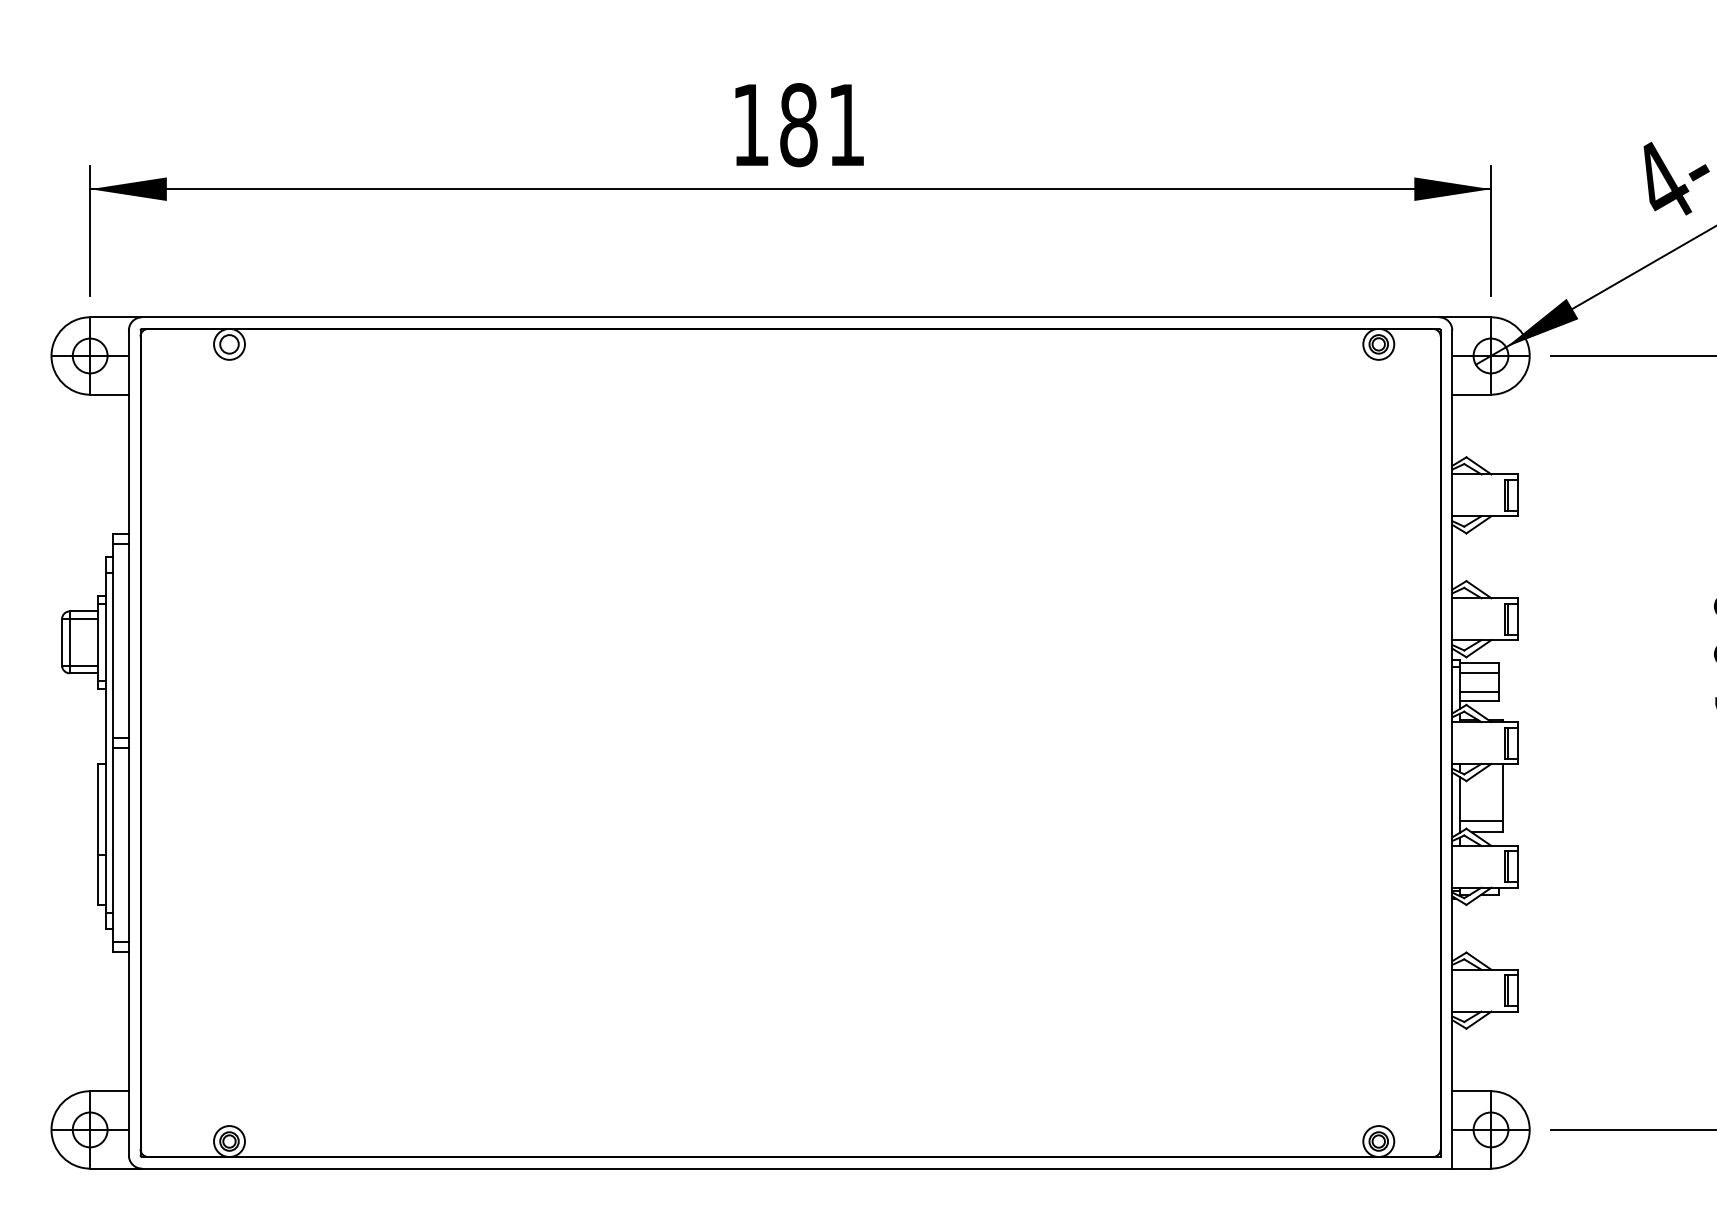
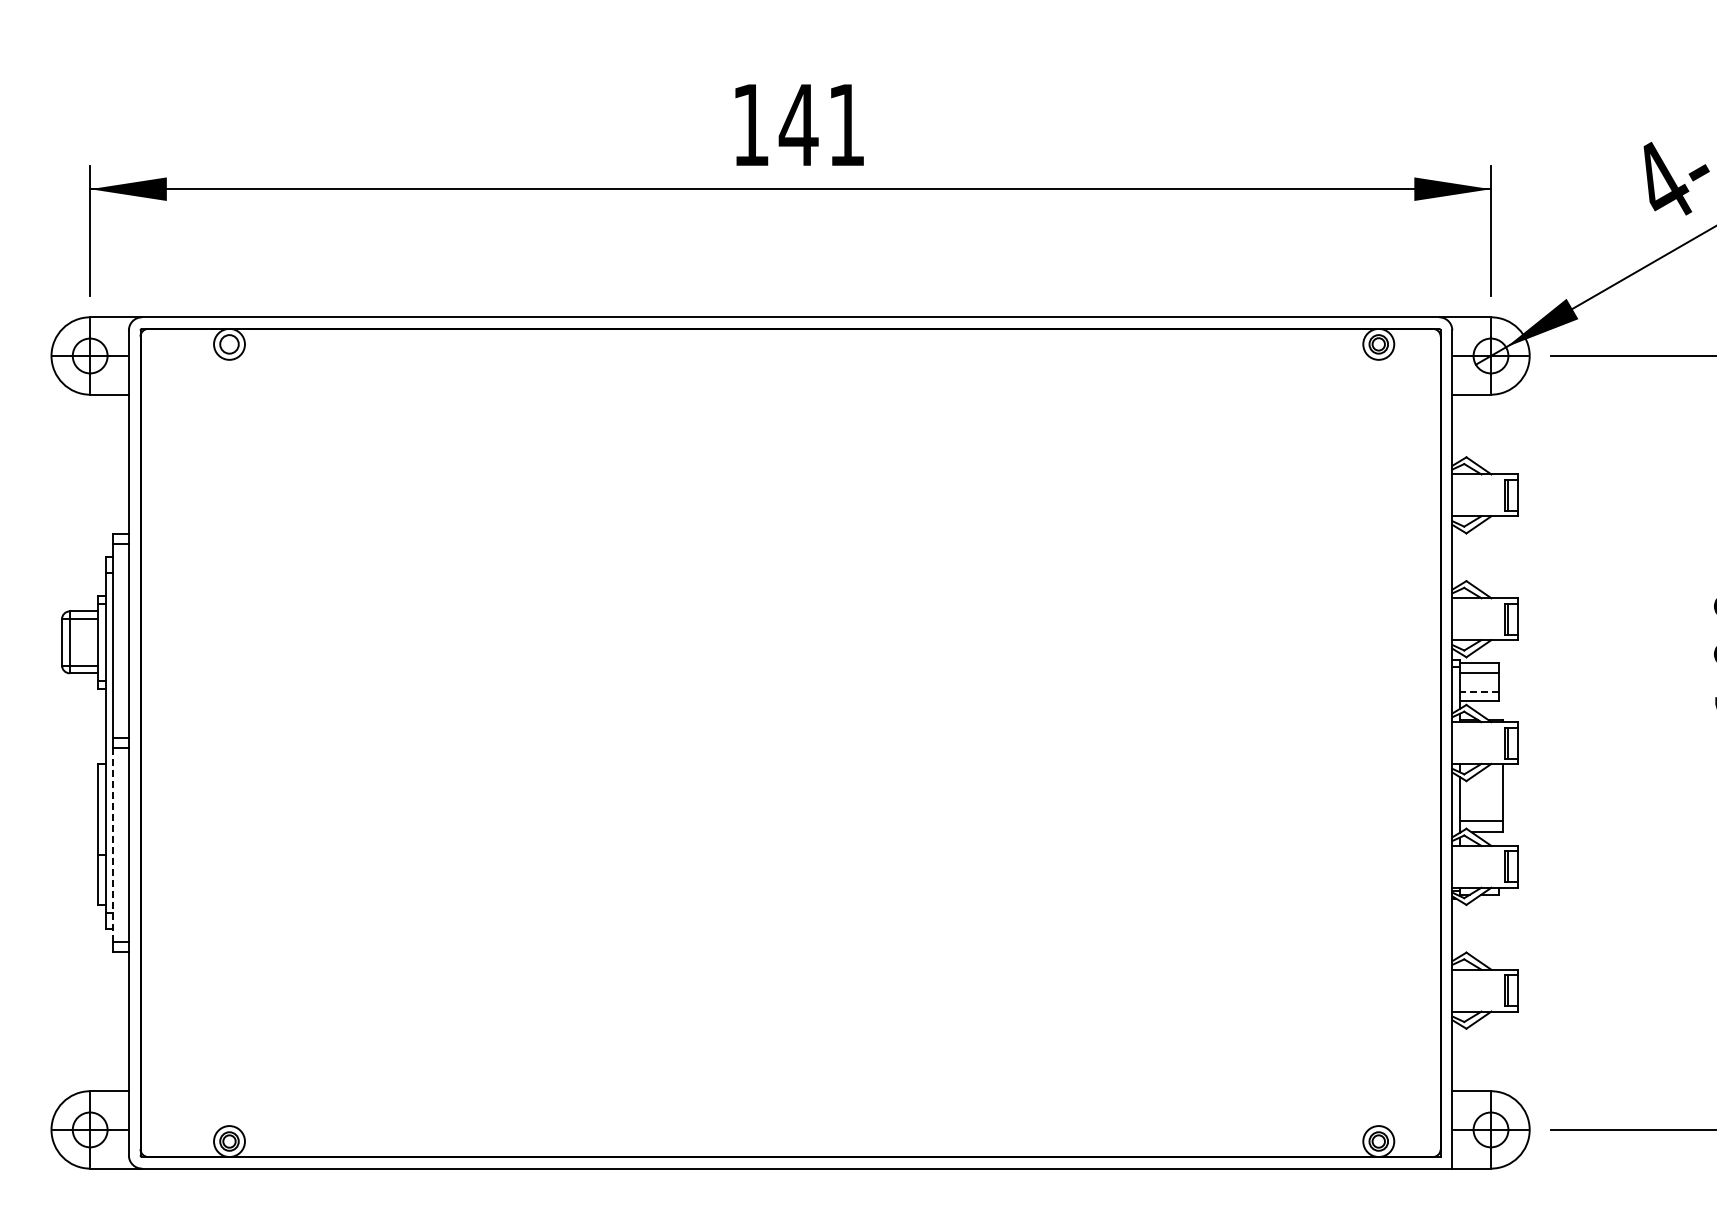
text at (798, 125): 181 -> 141
line at (1478, 691): solid -> dashed
line at (113, 845): solid -> dashed
